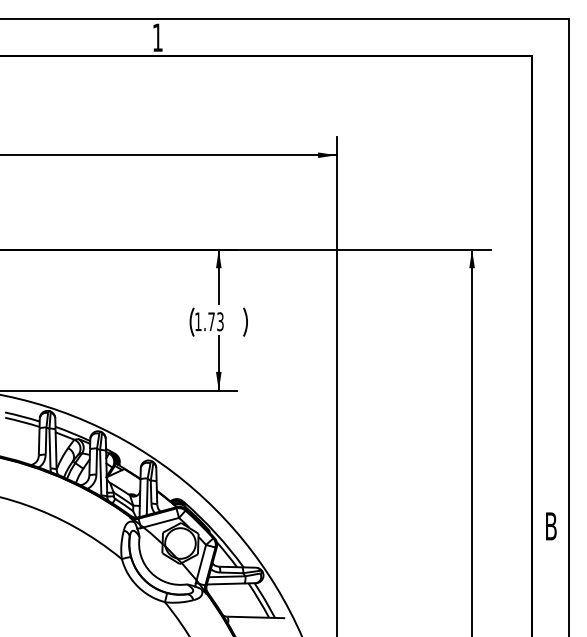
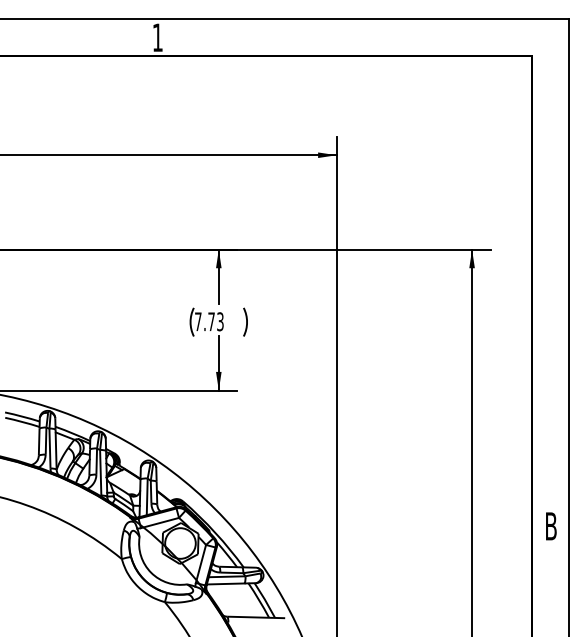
text at (198, 321): 1.73 -> 7.73
